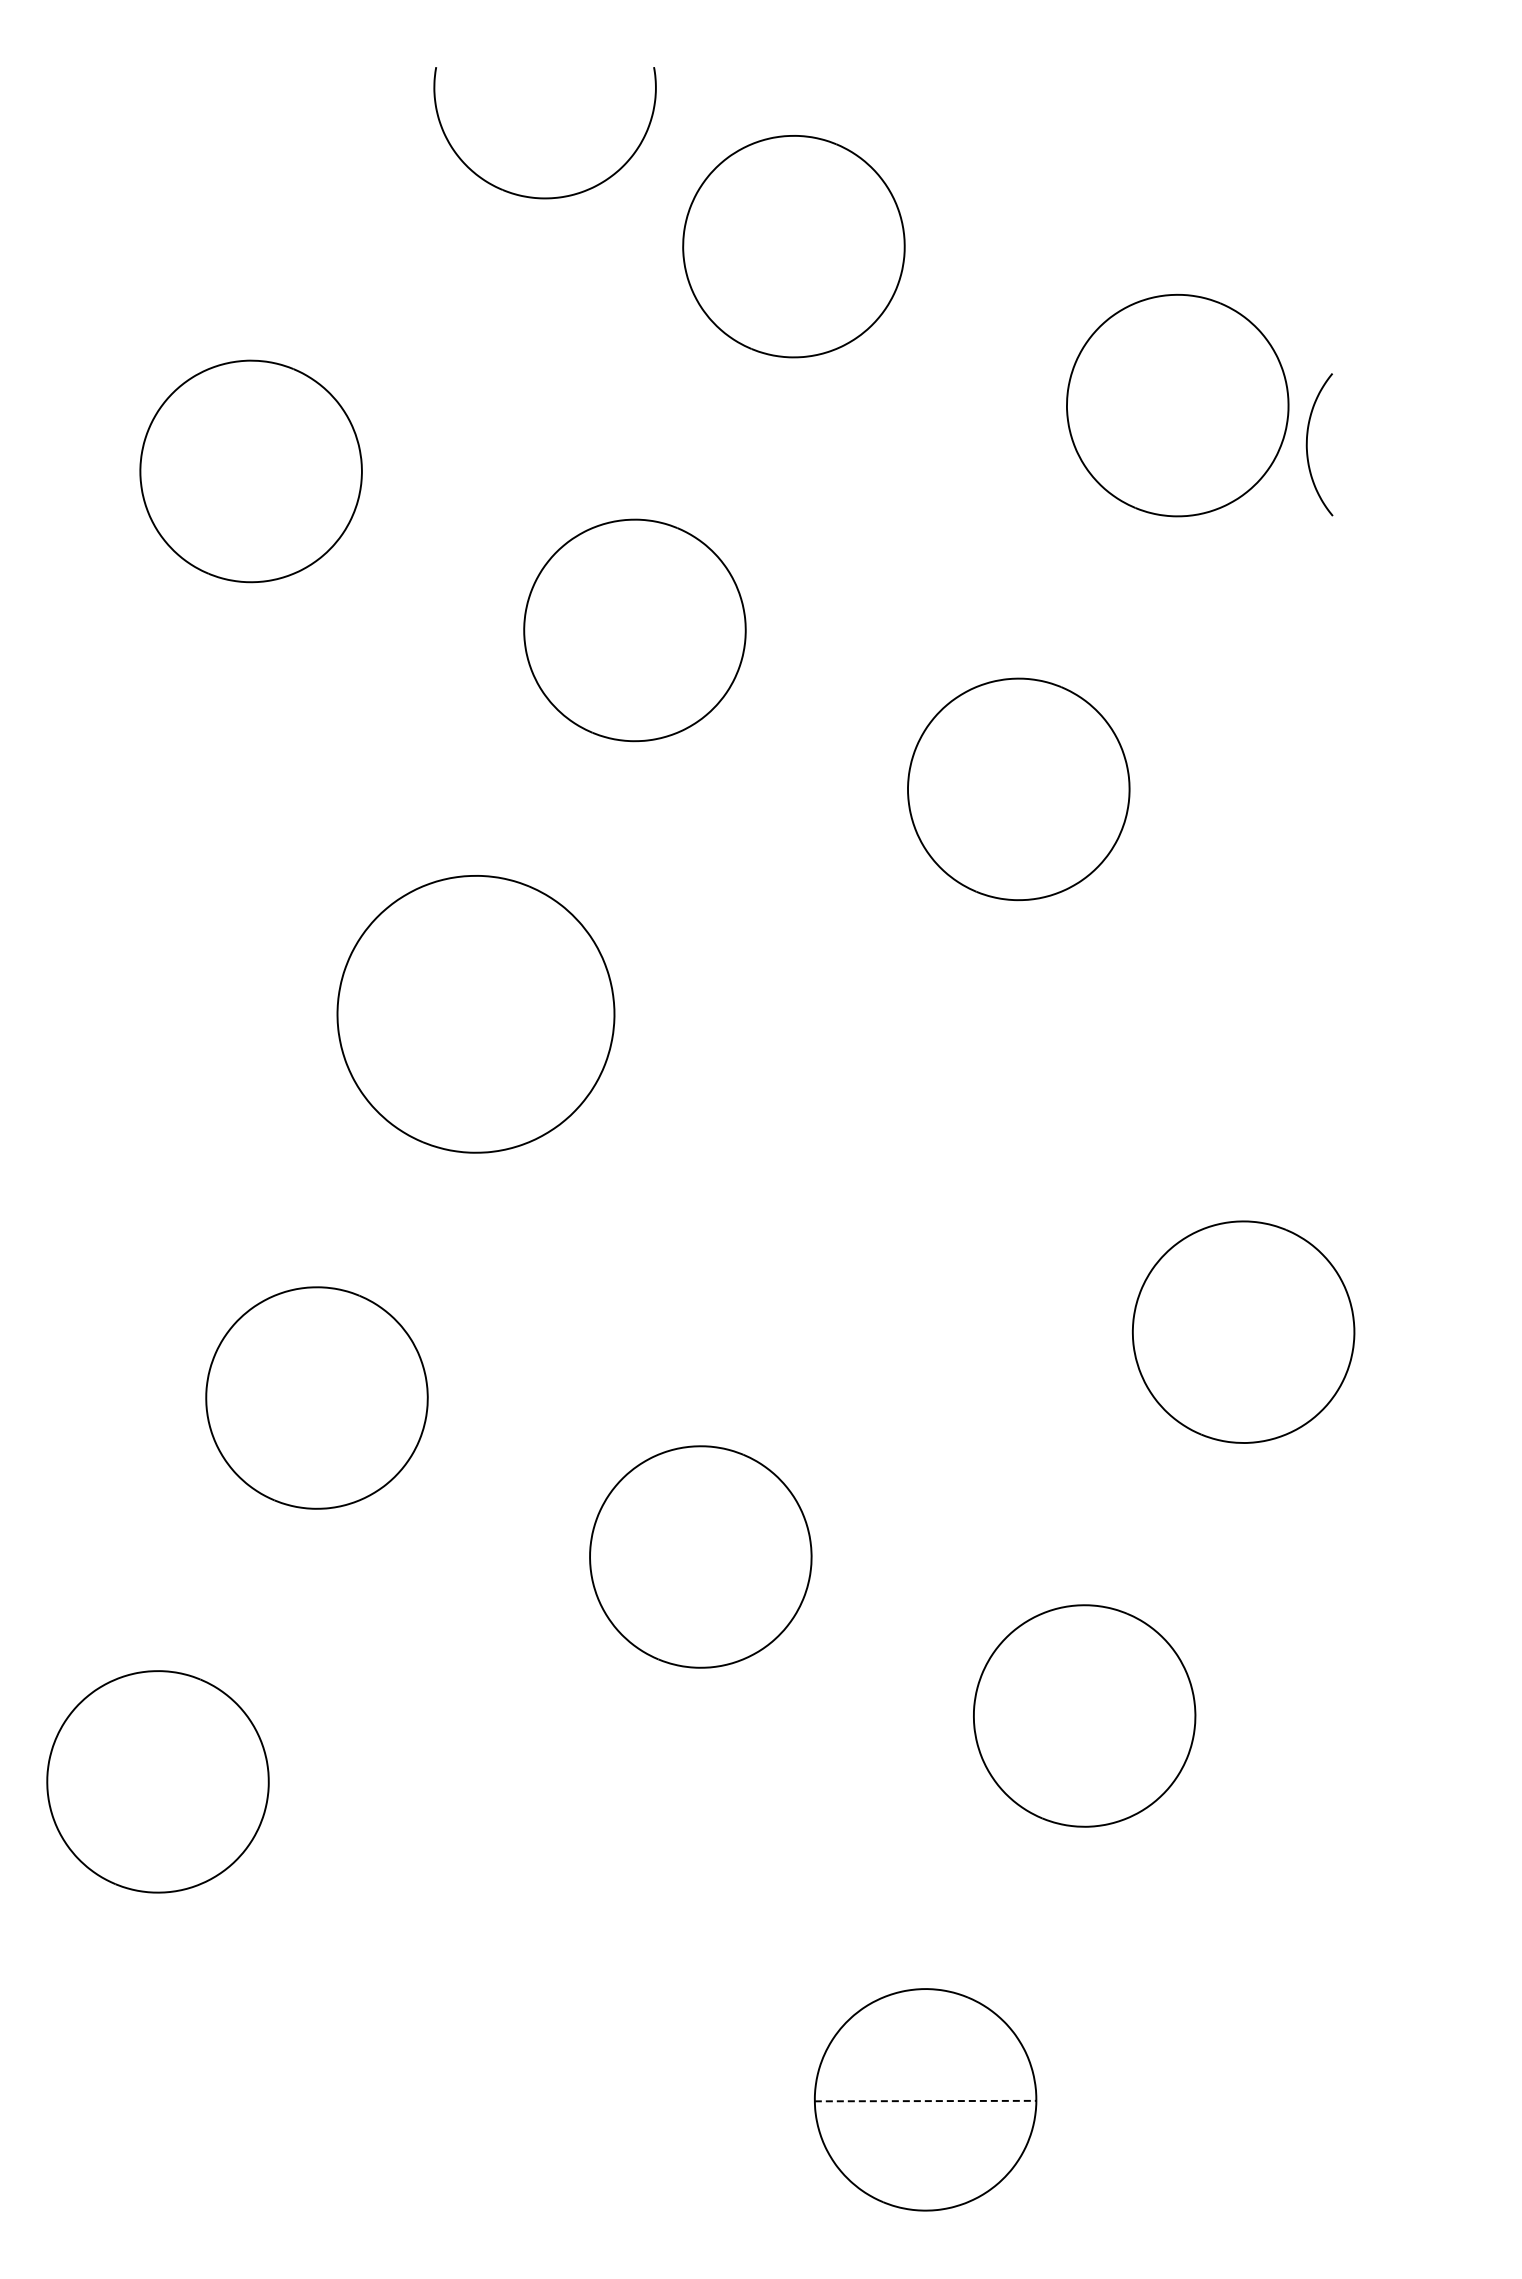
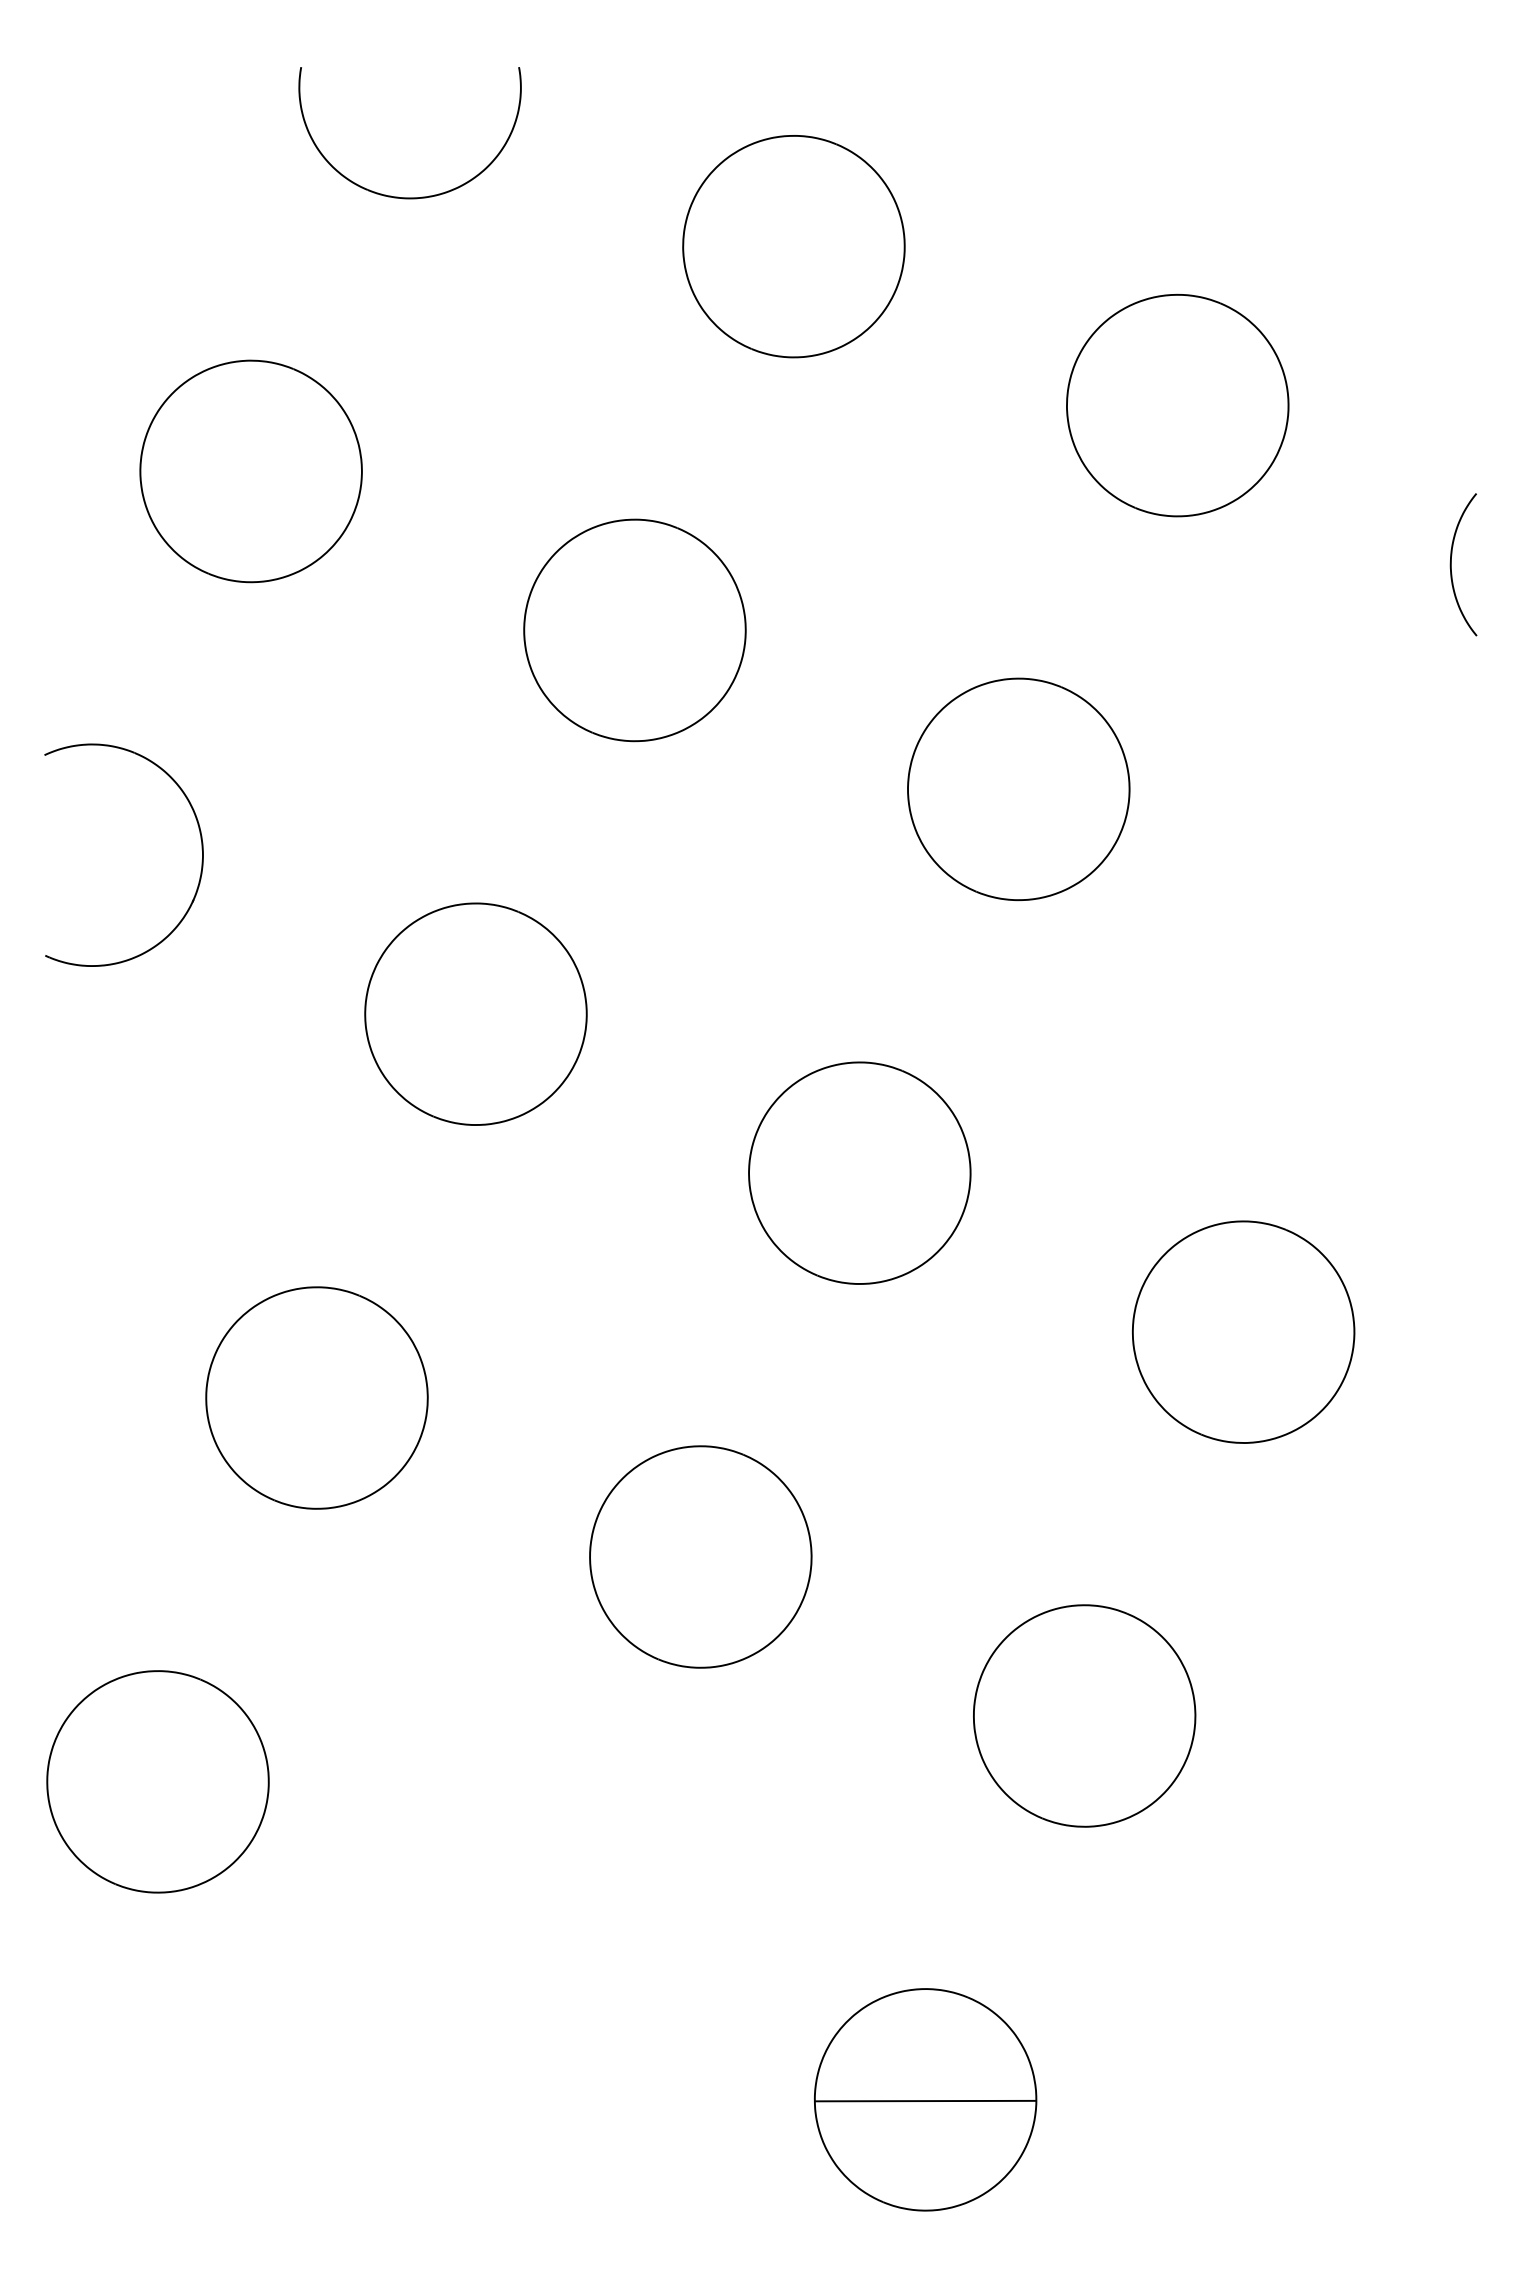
part at (533, 196) position: (533, 196) -> (398, 196)
curve at (1307, 444) position: (1307, 444) -> (1451, 564)
part at (201, 849): none -> present
part at (475, 1014) size: 280x279 px -> 224x224 px
part at (859, 1172): none -> present
line at (925, 2101): dashed -> solid
